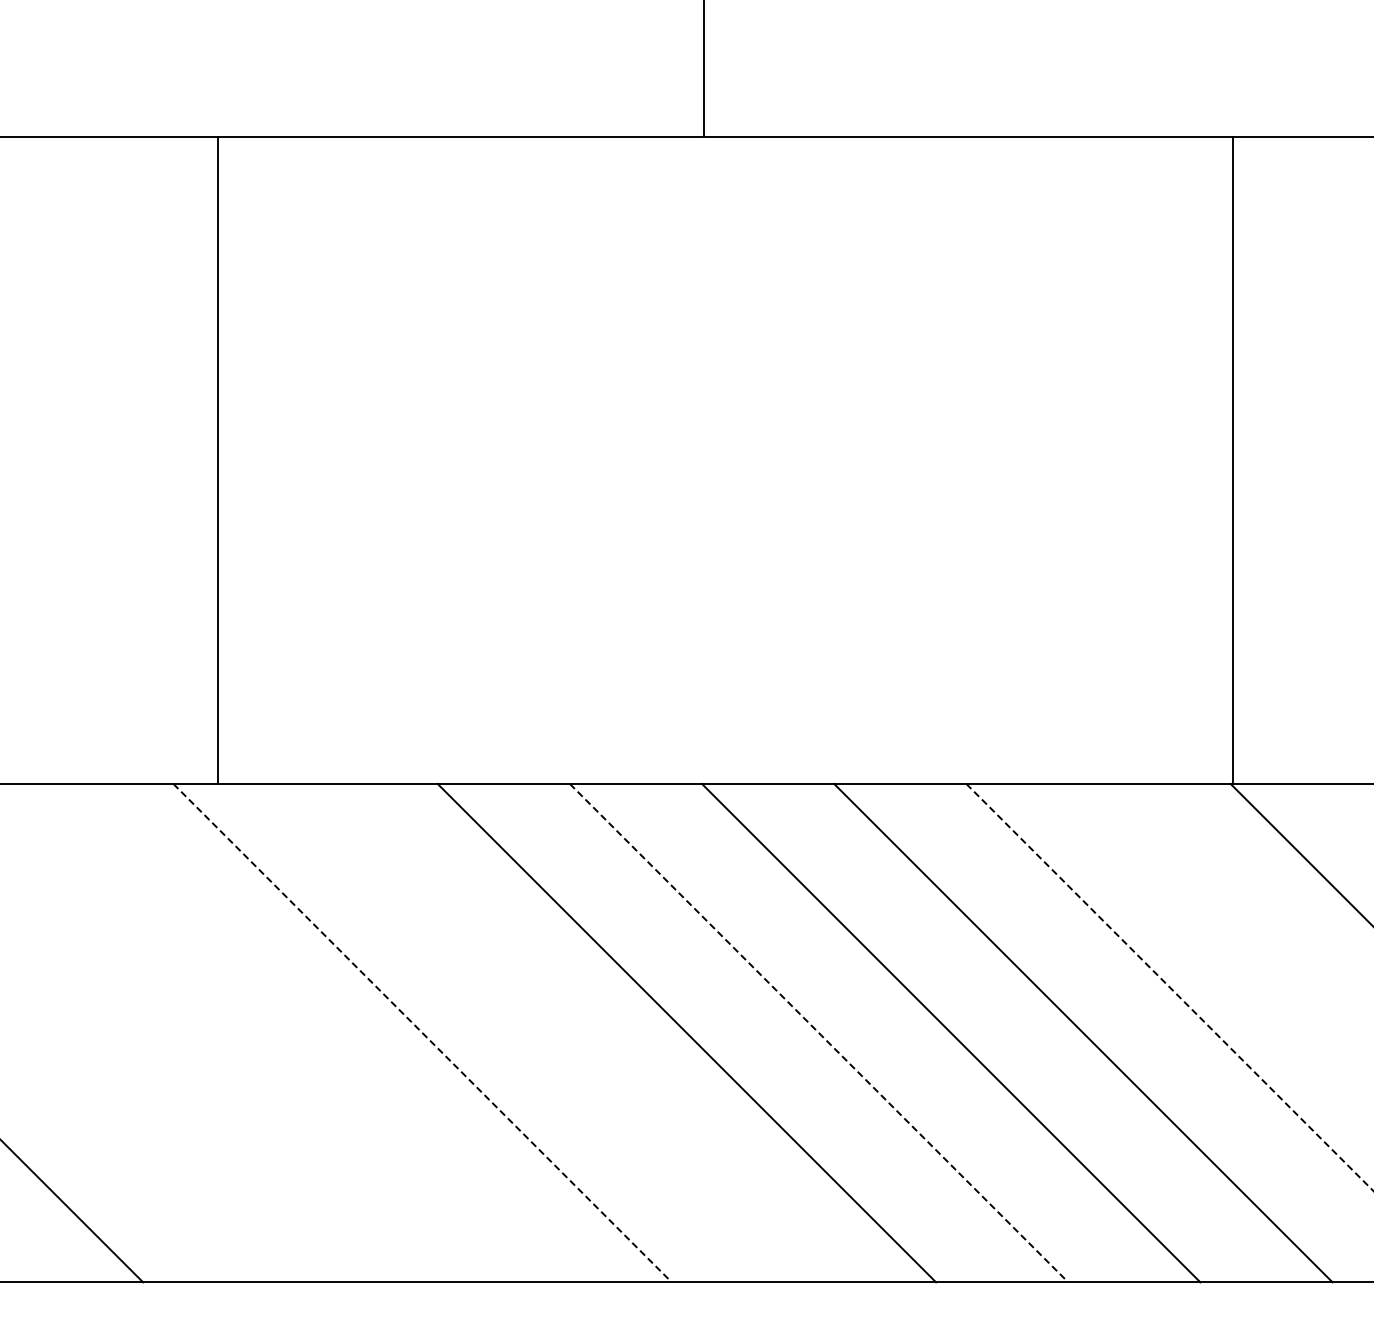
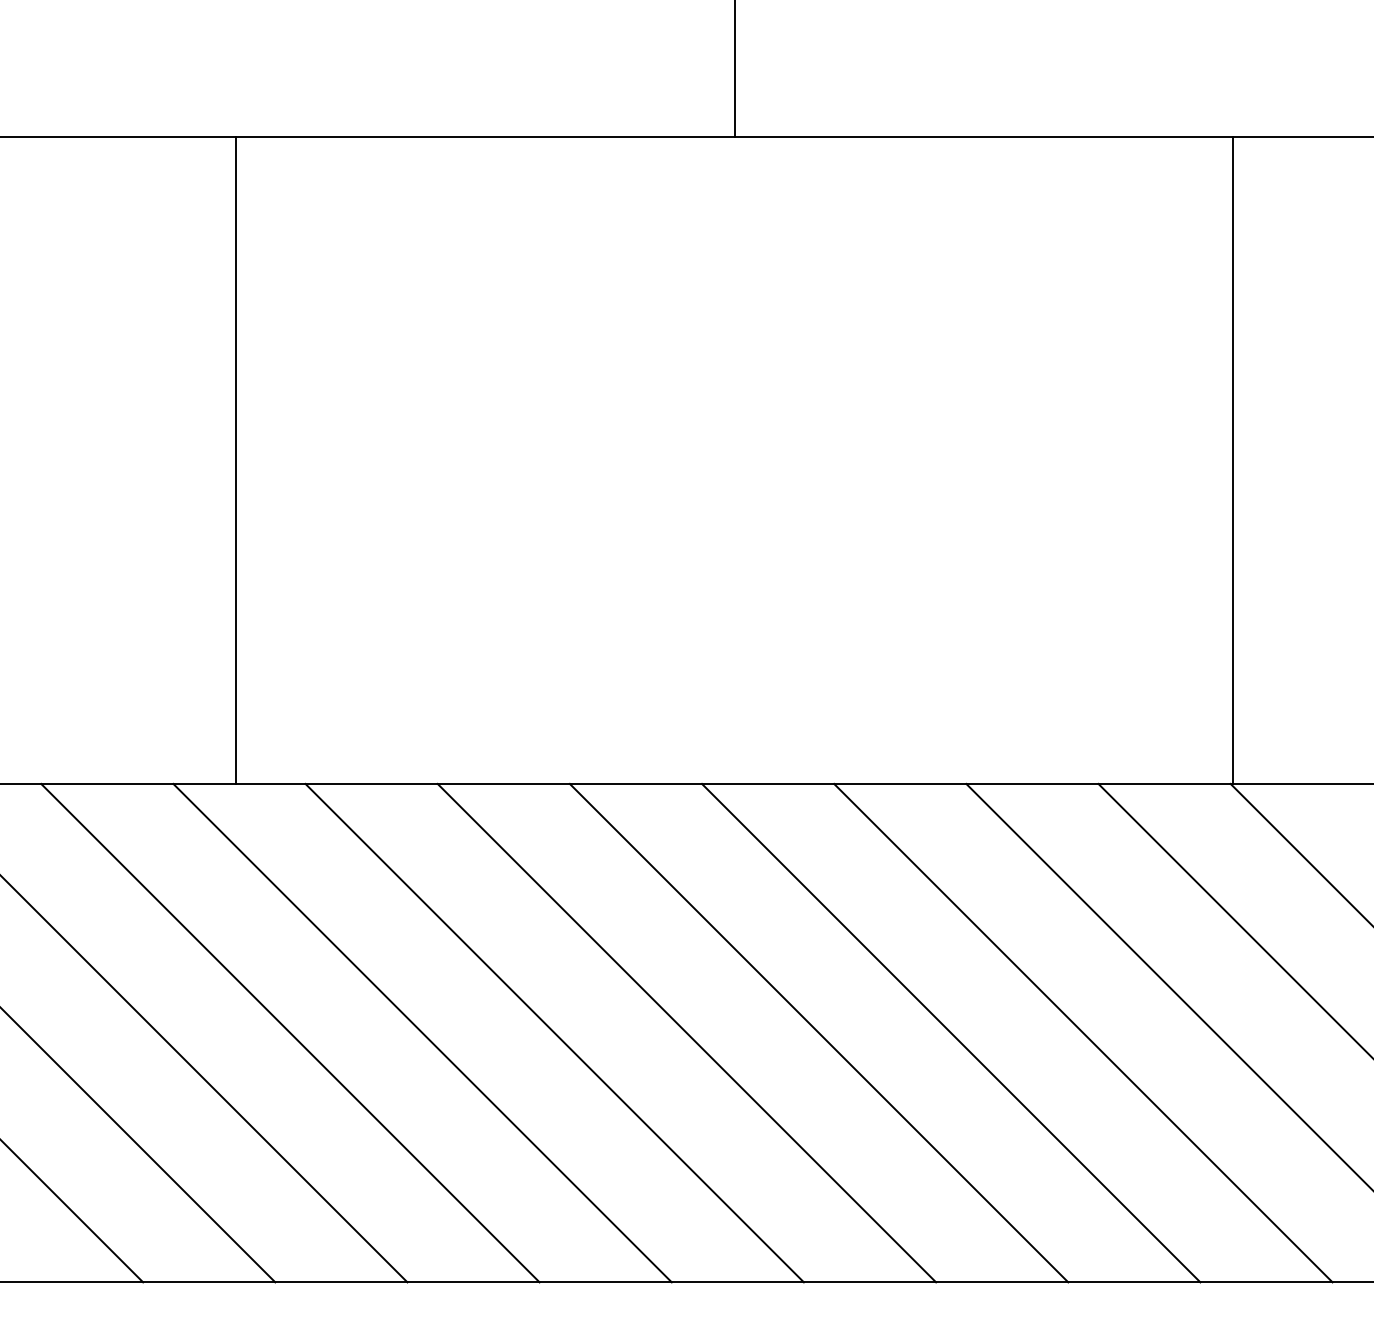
line at (703, 69) position: (703, 69) -> (734, 69)
line at (218, 460) position: (218, 460) -> (236, 460)
line at (1234, 919): none -> present
line at (1169, 987): dashed -> solid
line at (290, 1032): none -> present
line at (554, 1032): none -> present
line at (422, 1033): dashed -> solid
line at (819, 1033): dashed -> solid
line at (204, 1079): none -> present
line at (138, 1145): none -> present
